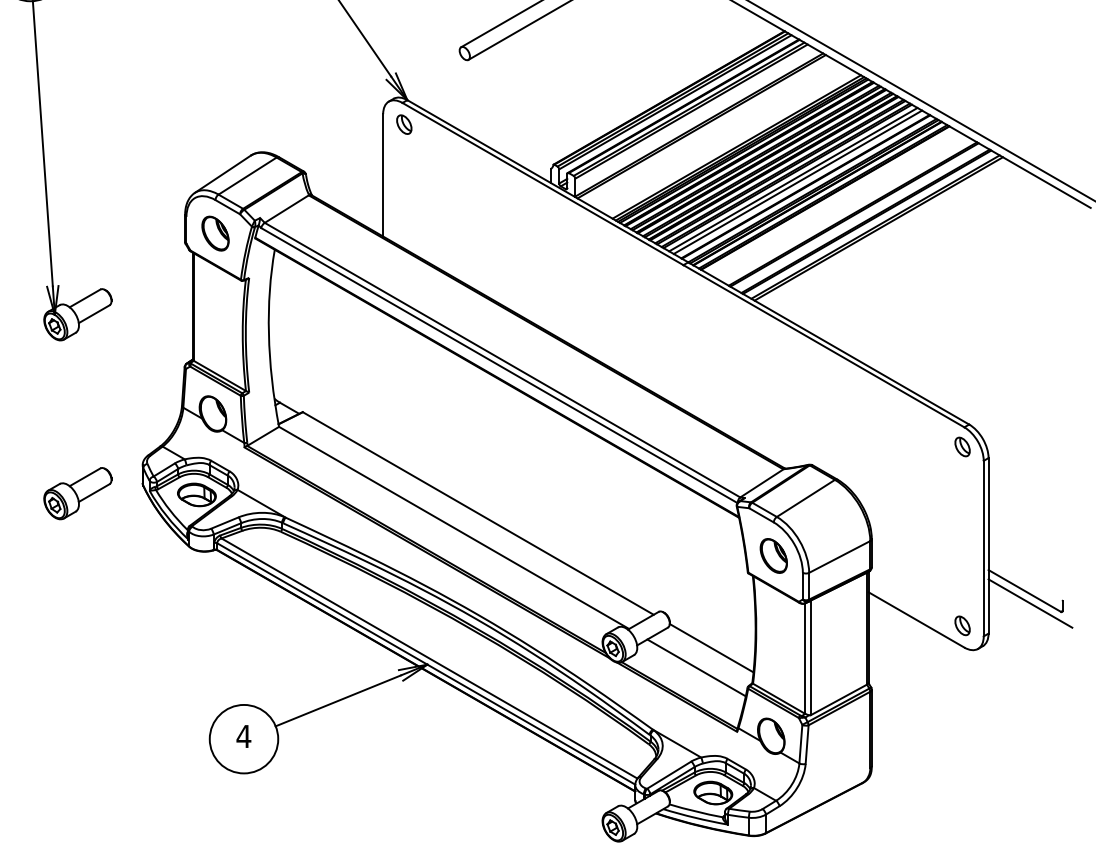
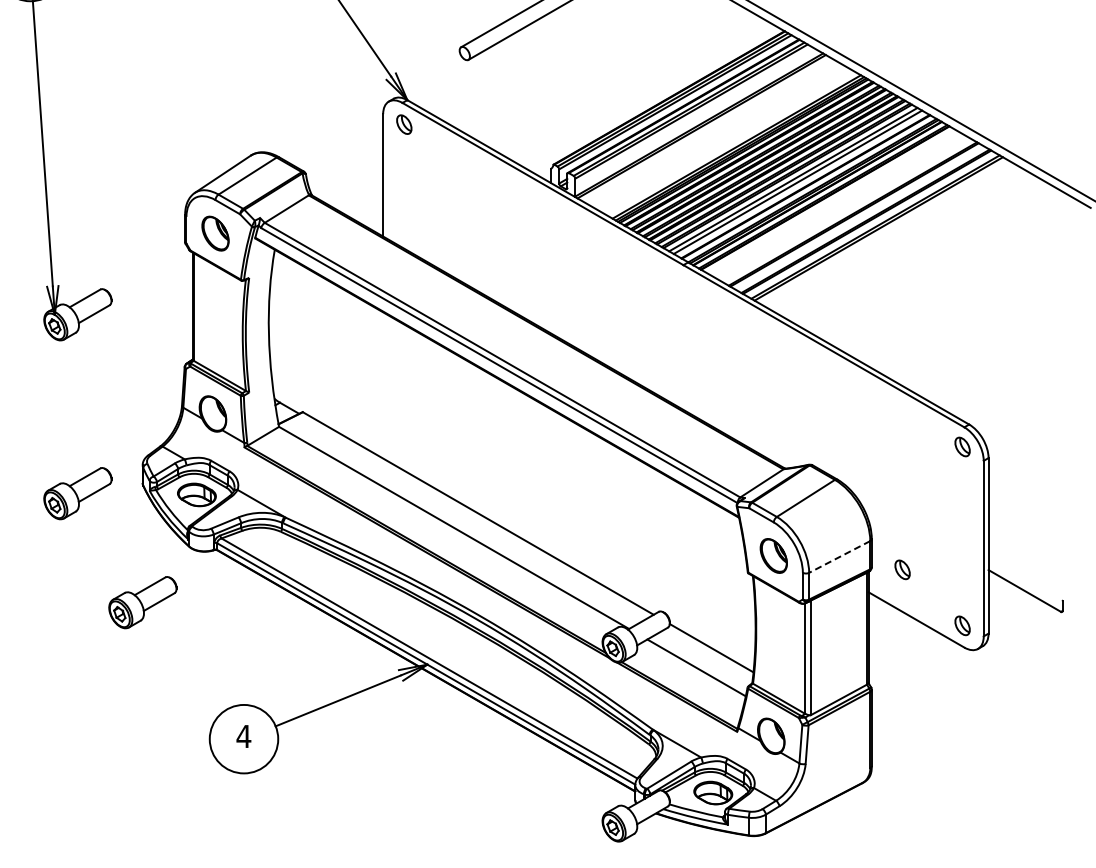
line at (839, 557): solid -> dashed
part at (902, 569): none -> present
part at (142, 602): none -> present
line at (1030, 603): present -> none
